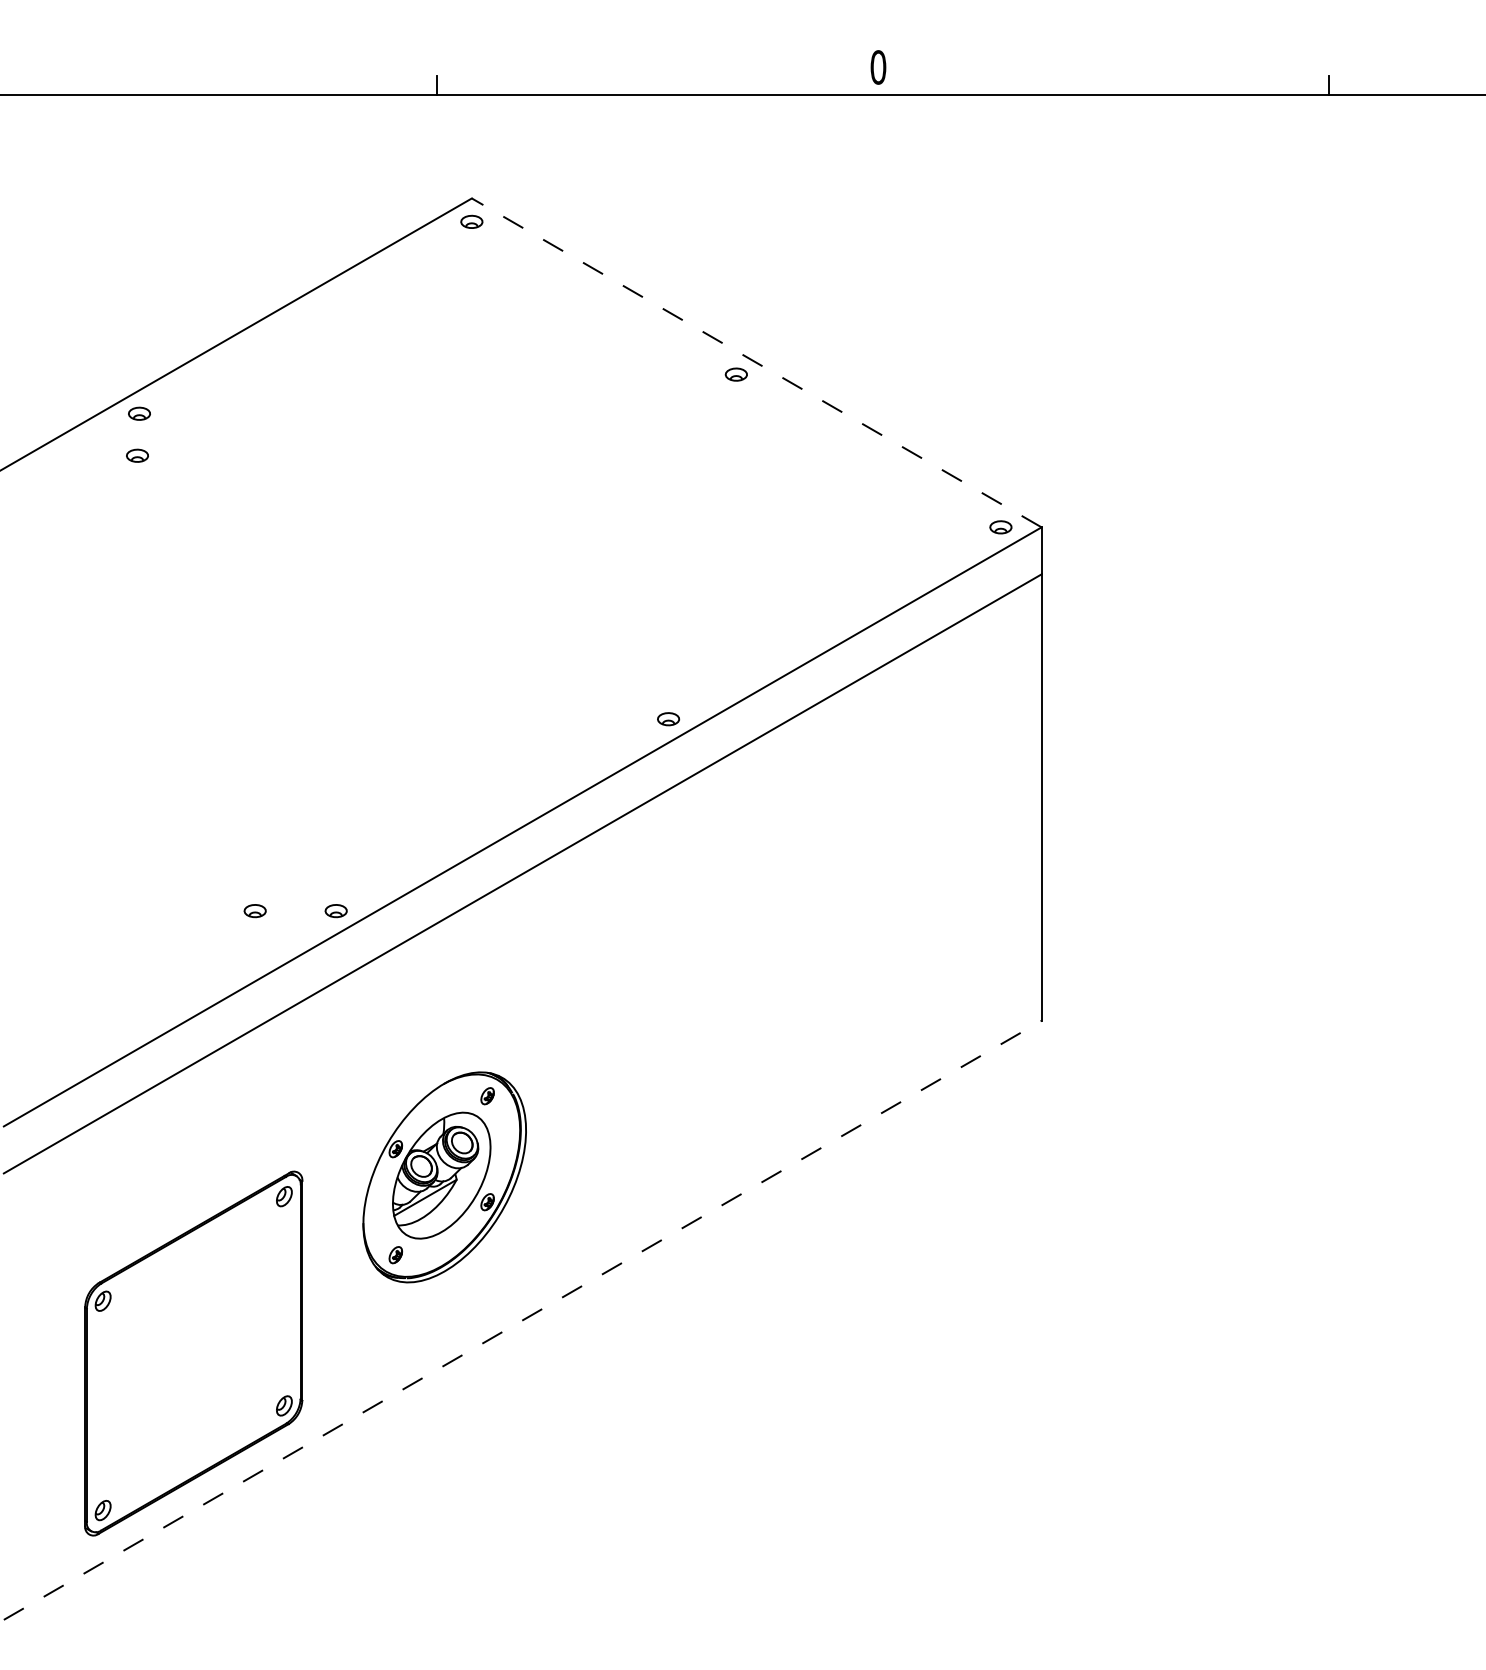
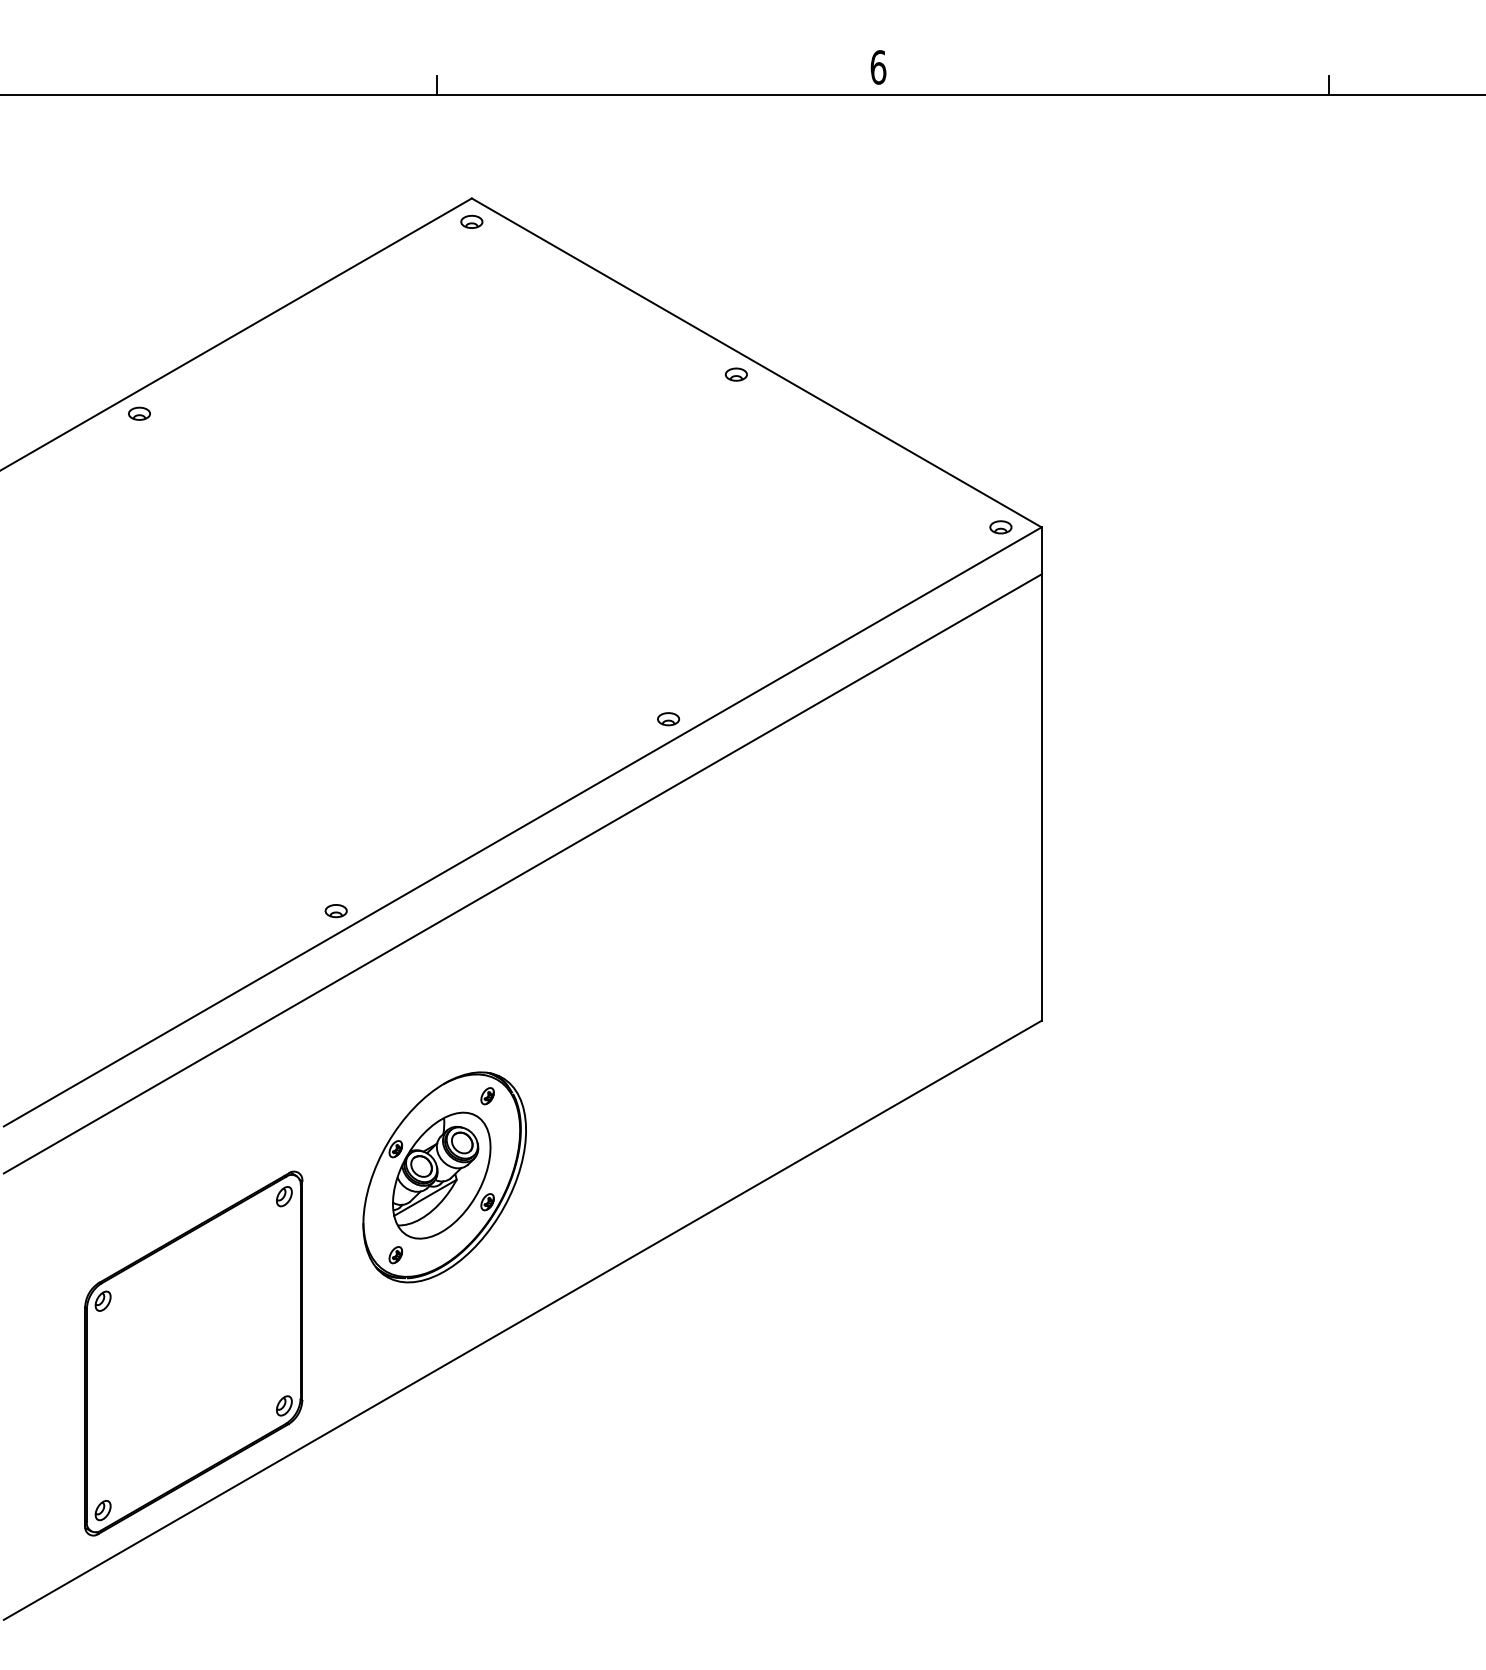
text at (878, 67): 0 -> 6
line at (756, 362): dashed -> solid
part at (137, 455): present -> none
part at (254, 911): present -> none
line at (523, 1320): dashed -> solid
